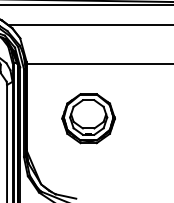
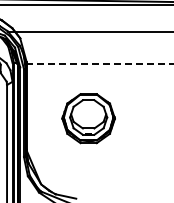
line at (89, 25) position: (89, 25) -> (89, 32)
line at (99, 64): solid -> dashed
